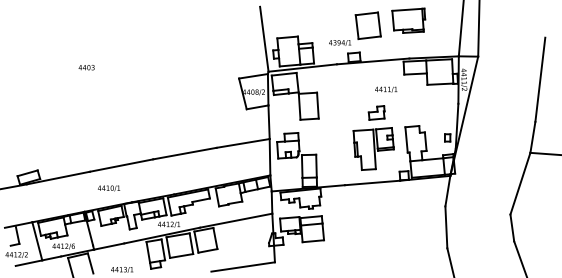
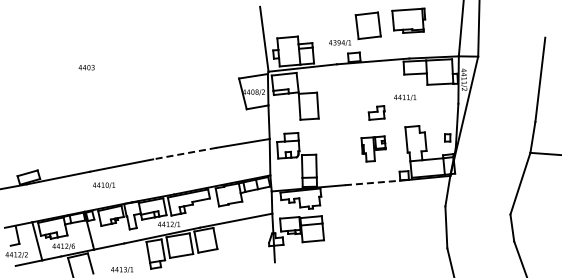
text at (386, 89) position: (386, 89) -> (405, 97)
part at (373, 148) size: 43x44 px -> 27x28 px
line at (184, 153): solid -> dashed
line at (372, 182): solid -> dashed
text at (109, 188) position: (109, 188) -> (104, 185)
line at (242, 266): present -> none
